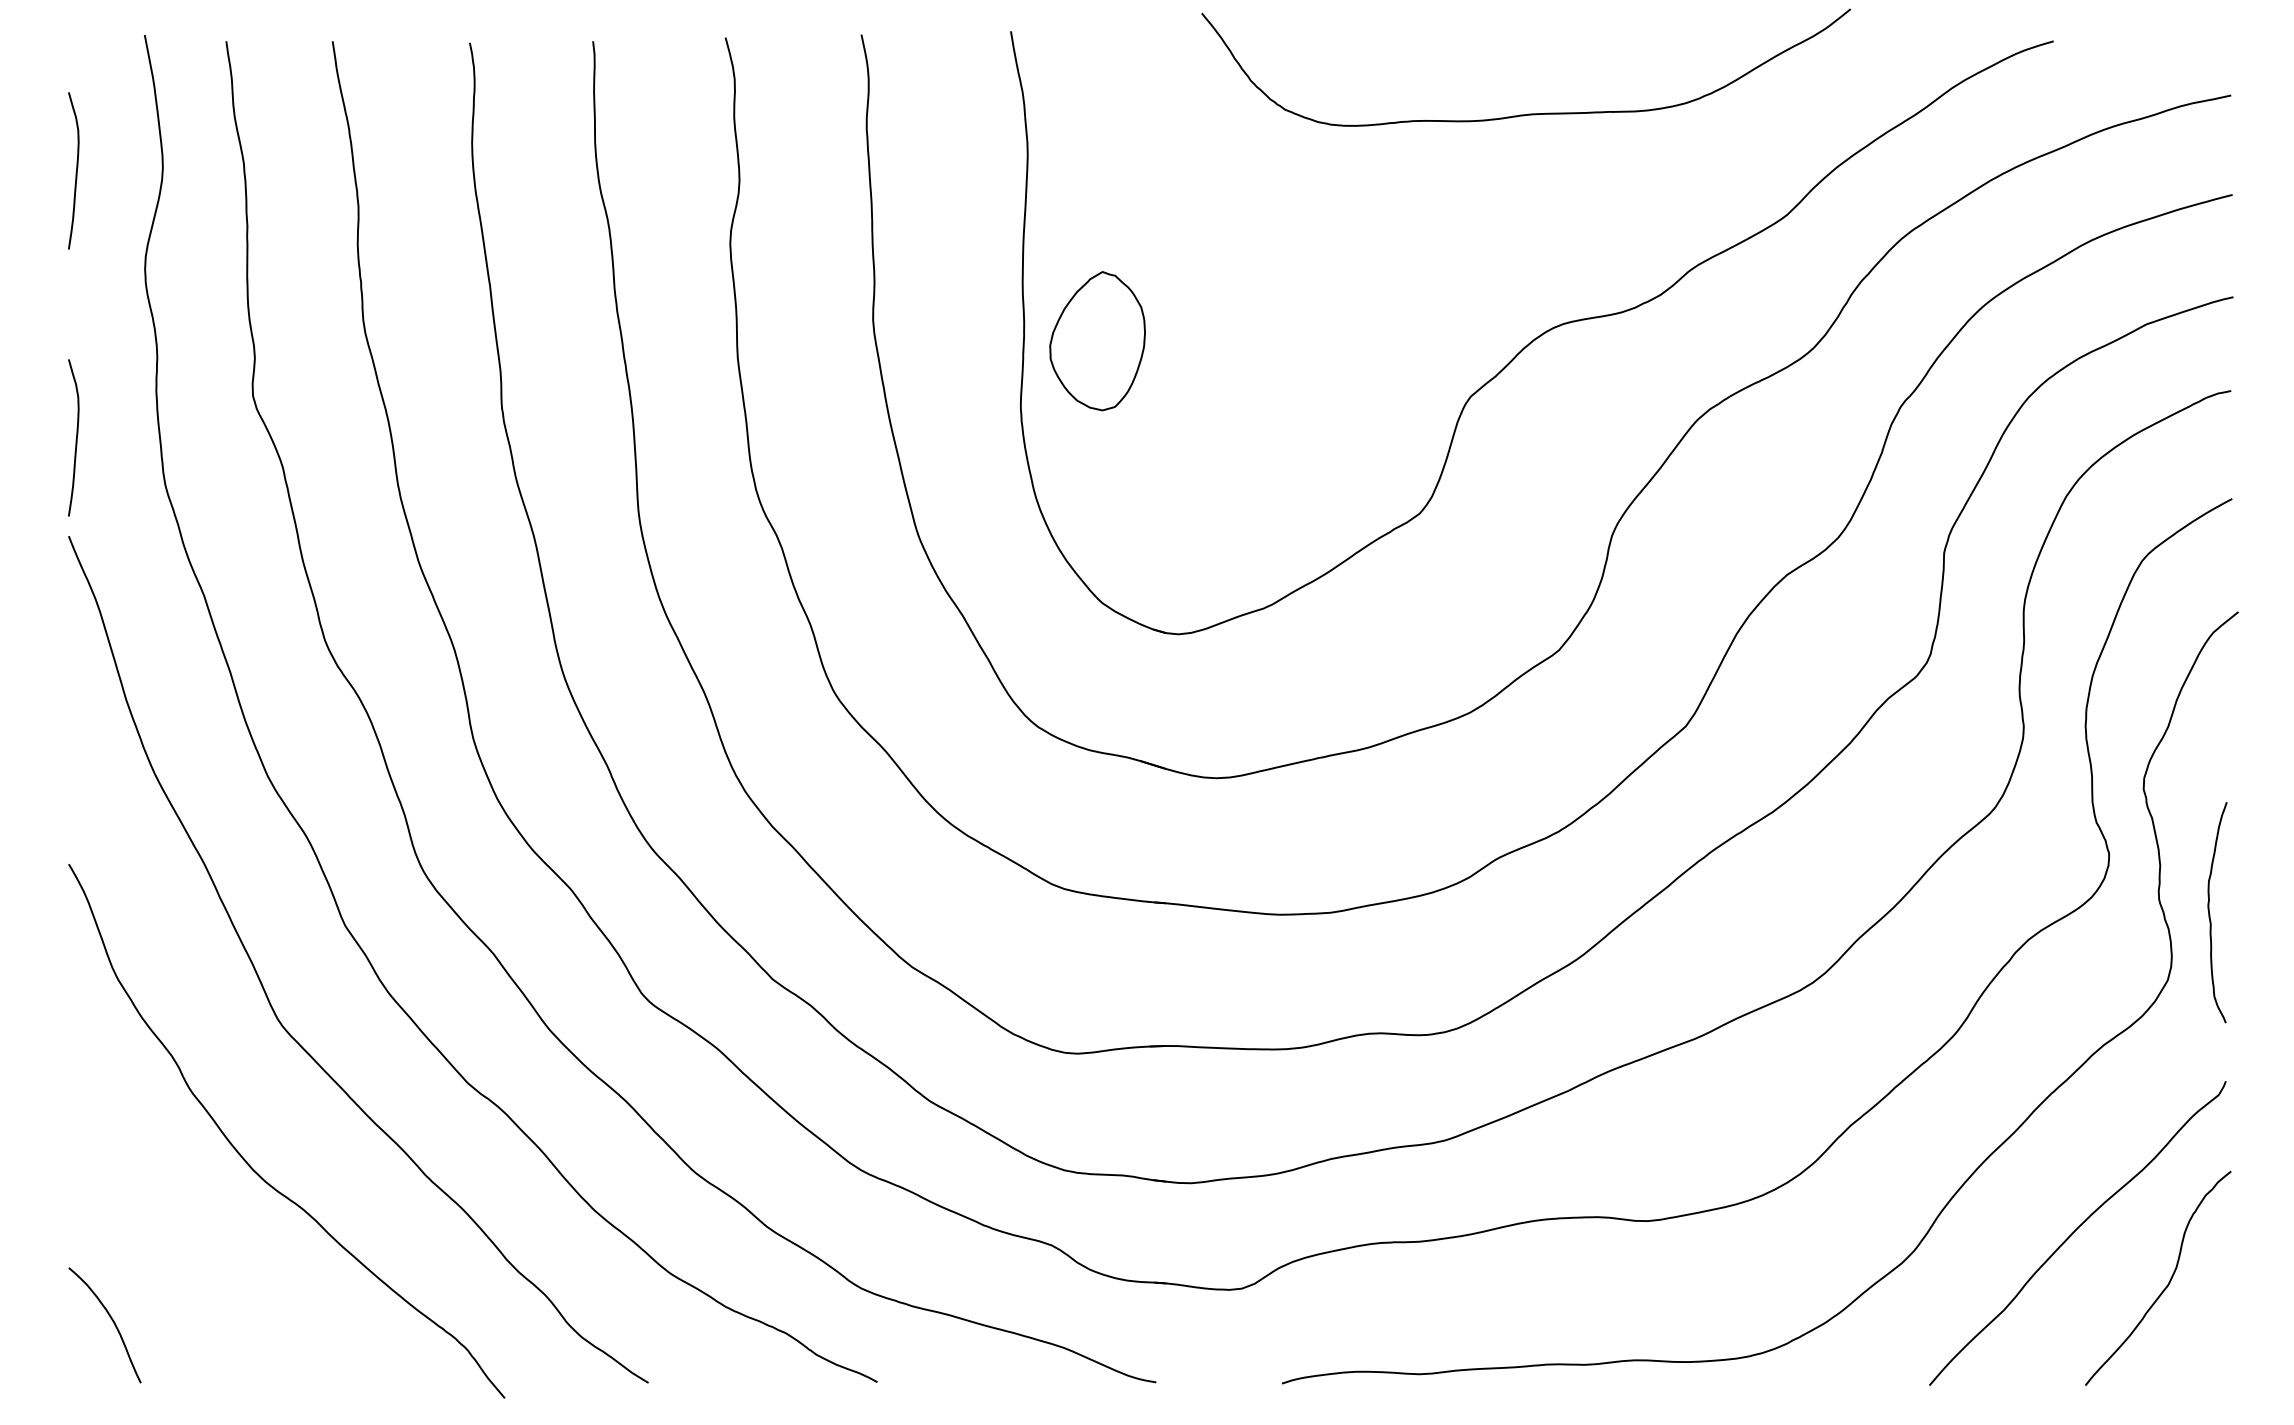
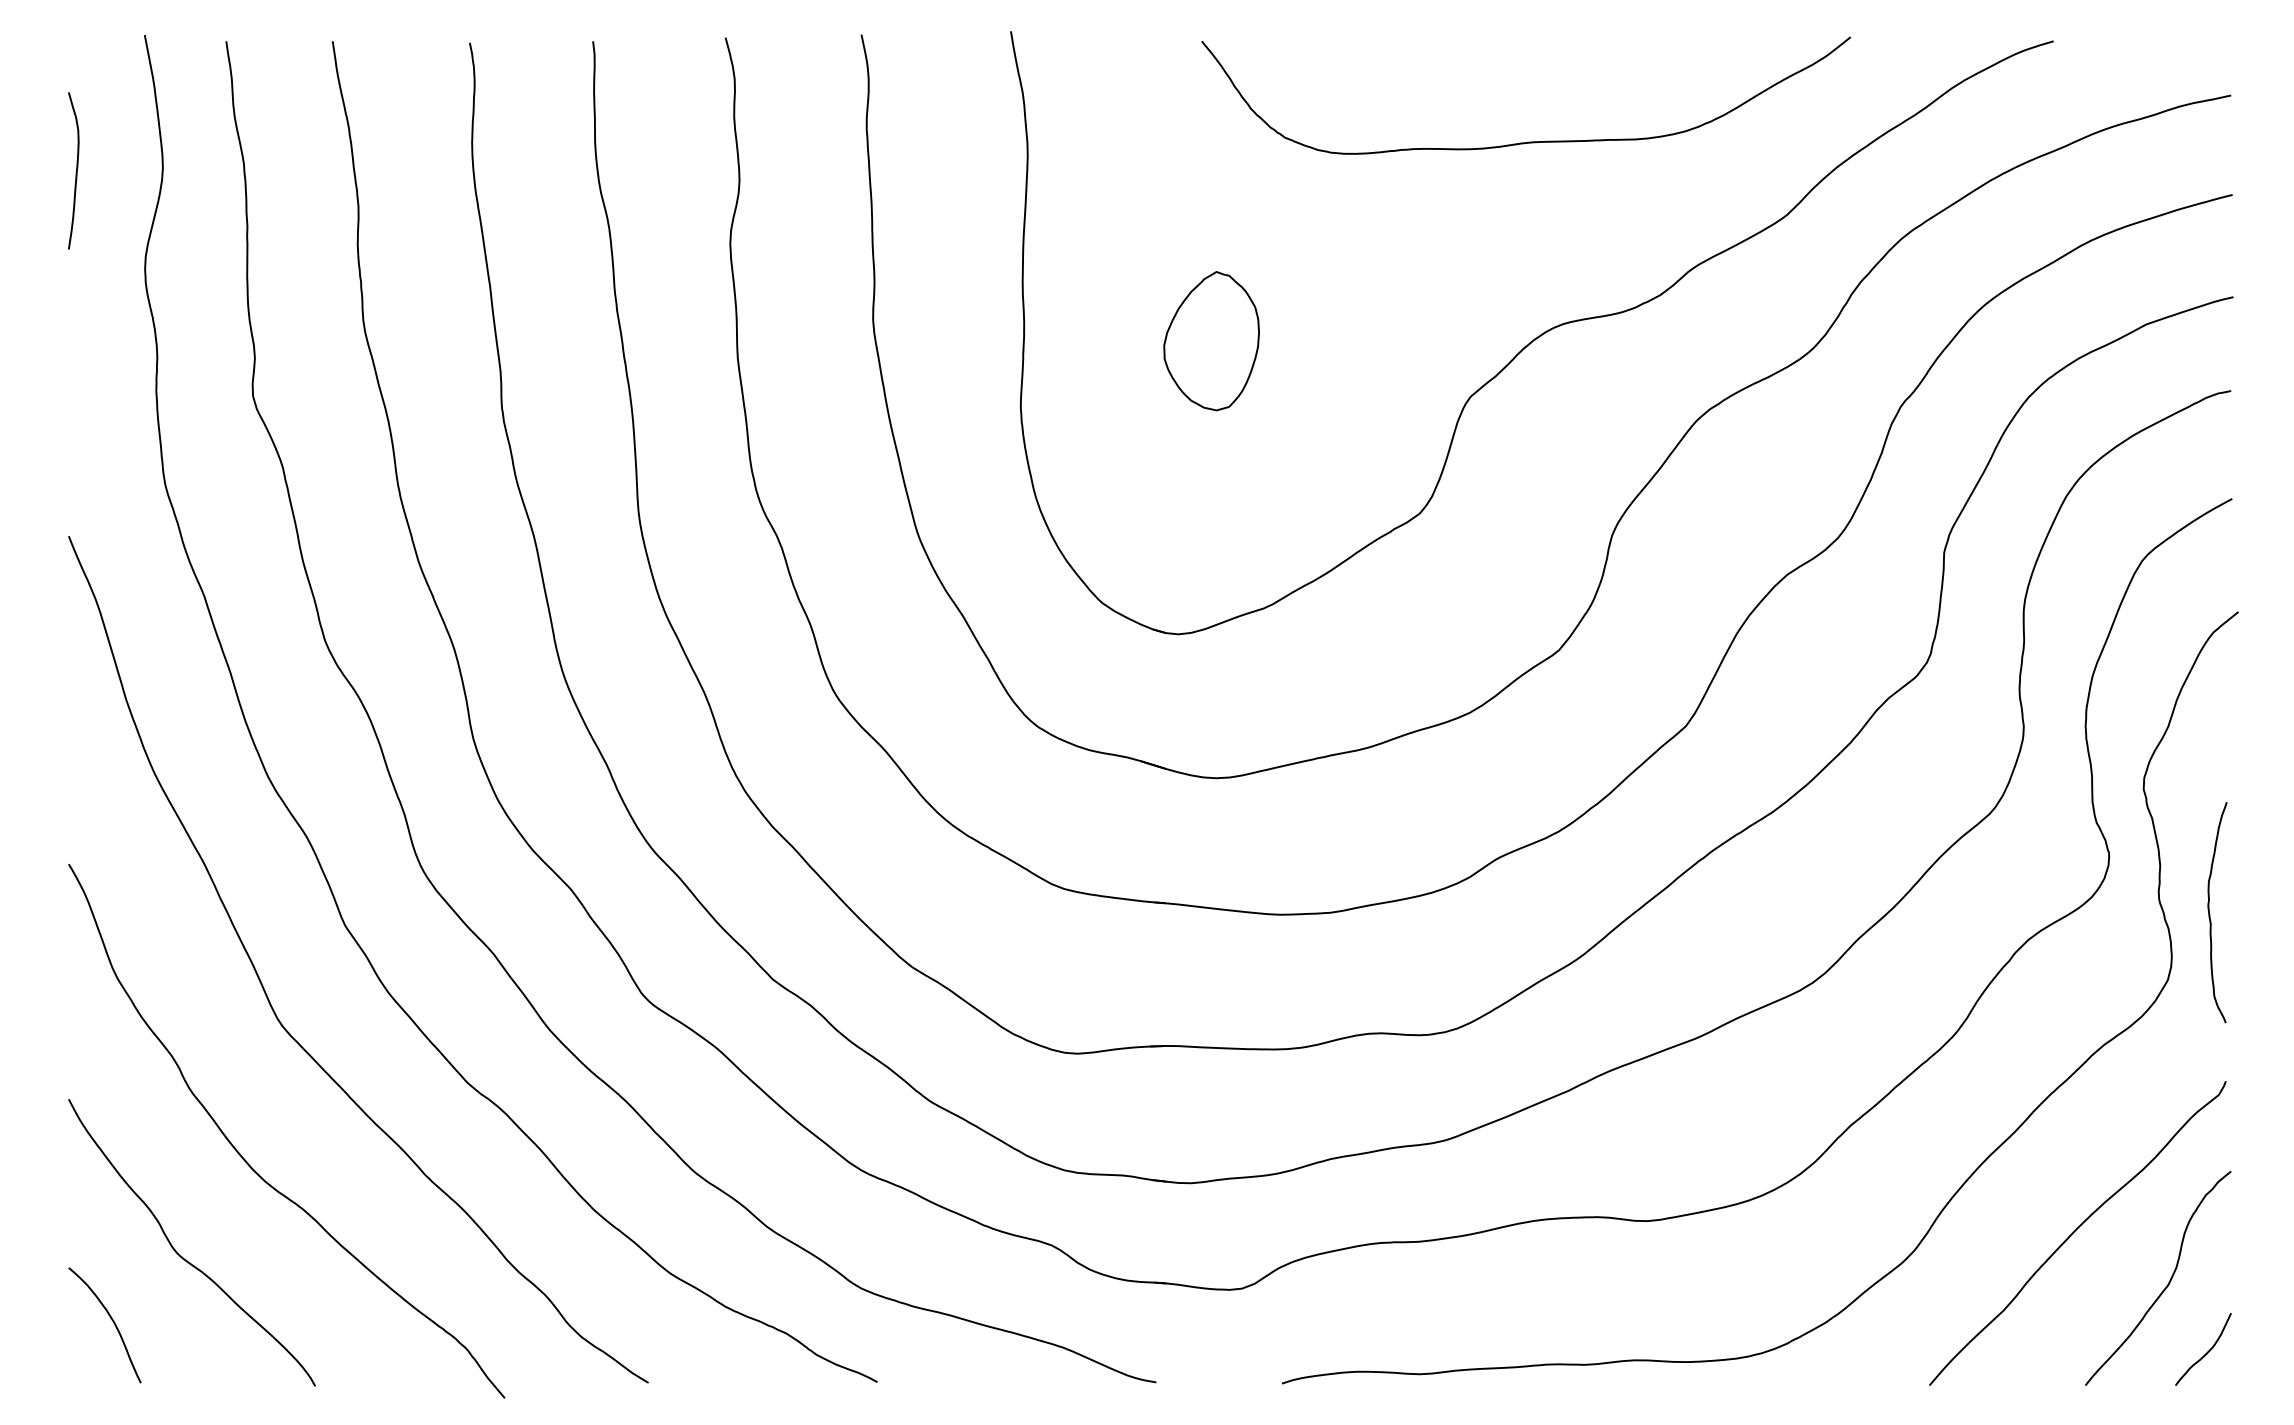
curve at (1528, 113) position: (1528, 113) -> (1528, 141)
part at (1097, 341) position: (1097, 341) -> (1211, 341)
curve at (75, 439): present -> none
curve at (181, 1255): none -> present
curve at (2206, 1352): none -> present
